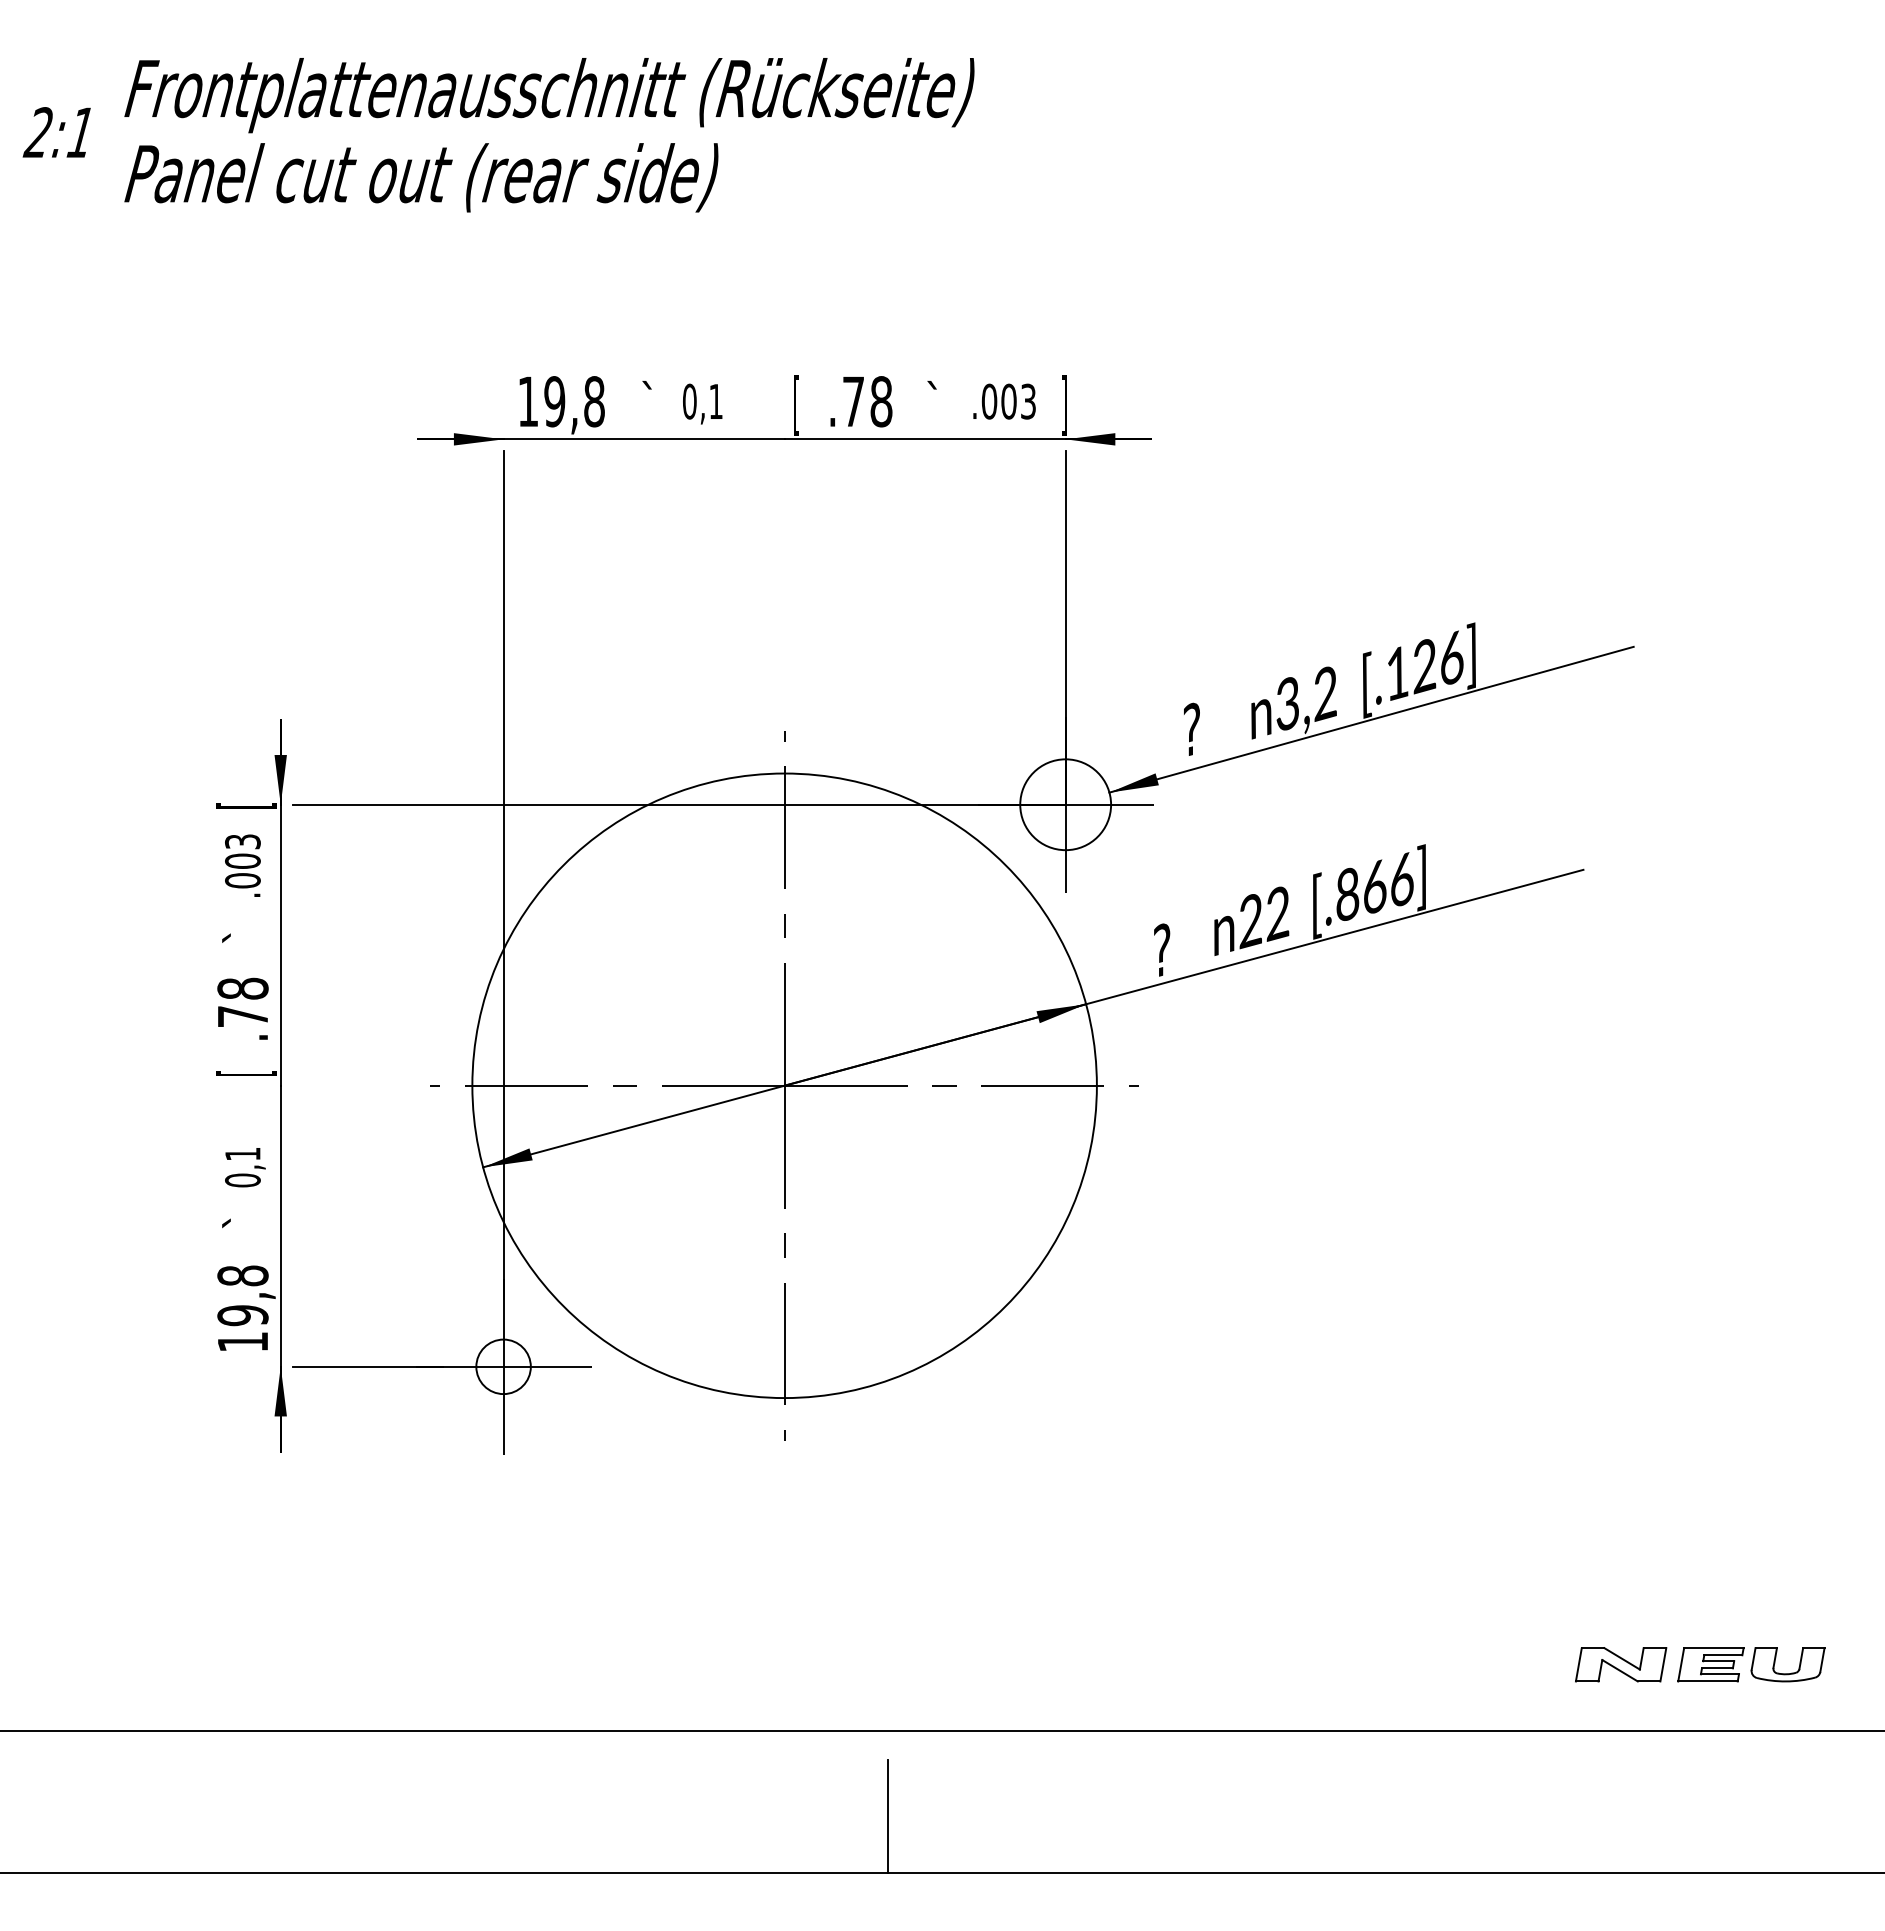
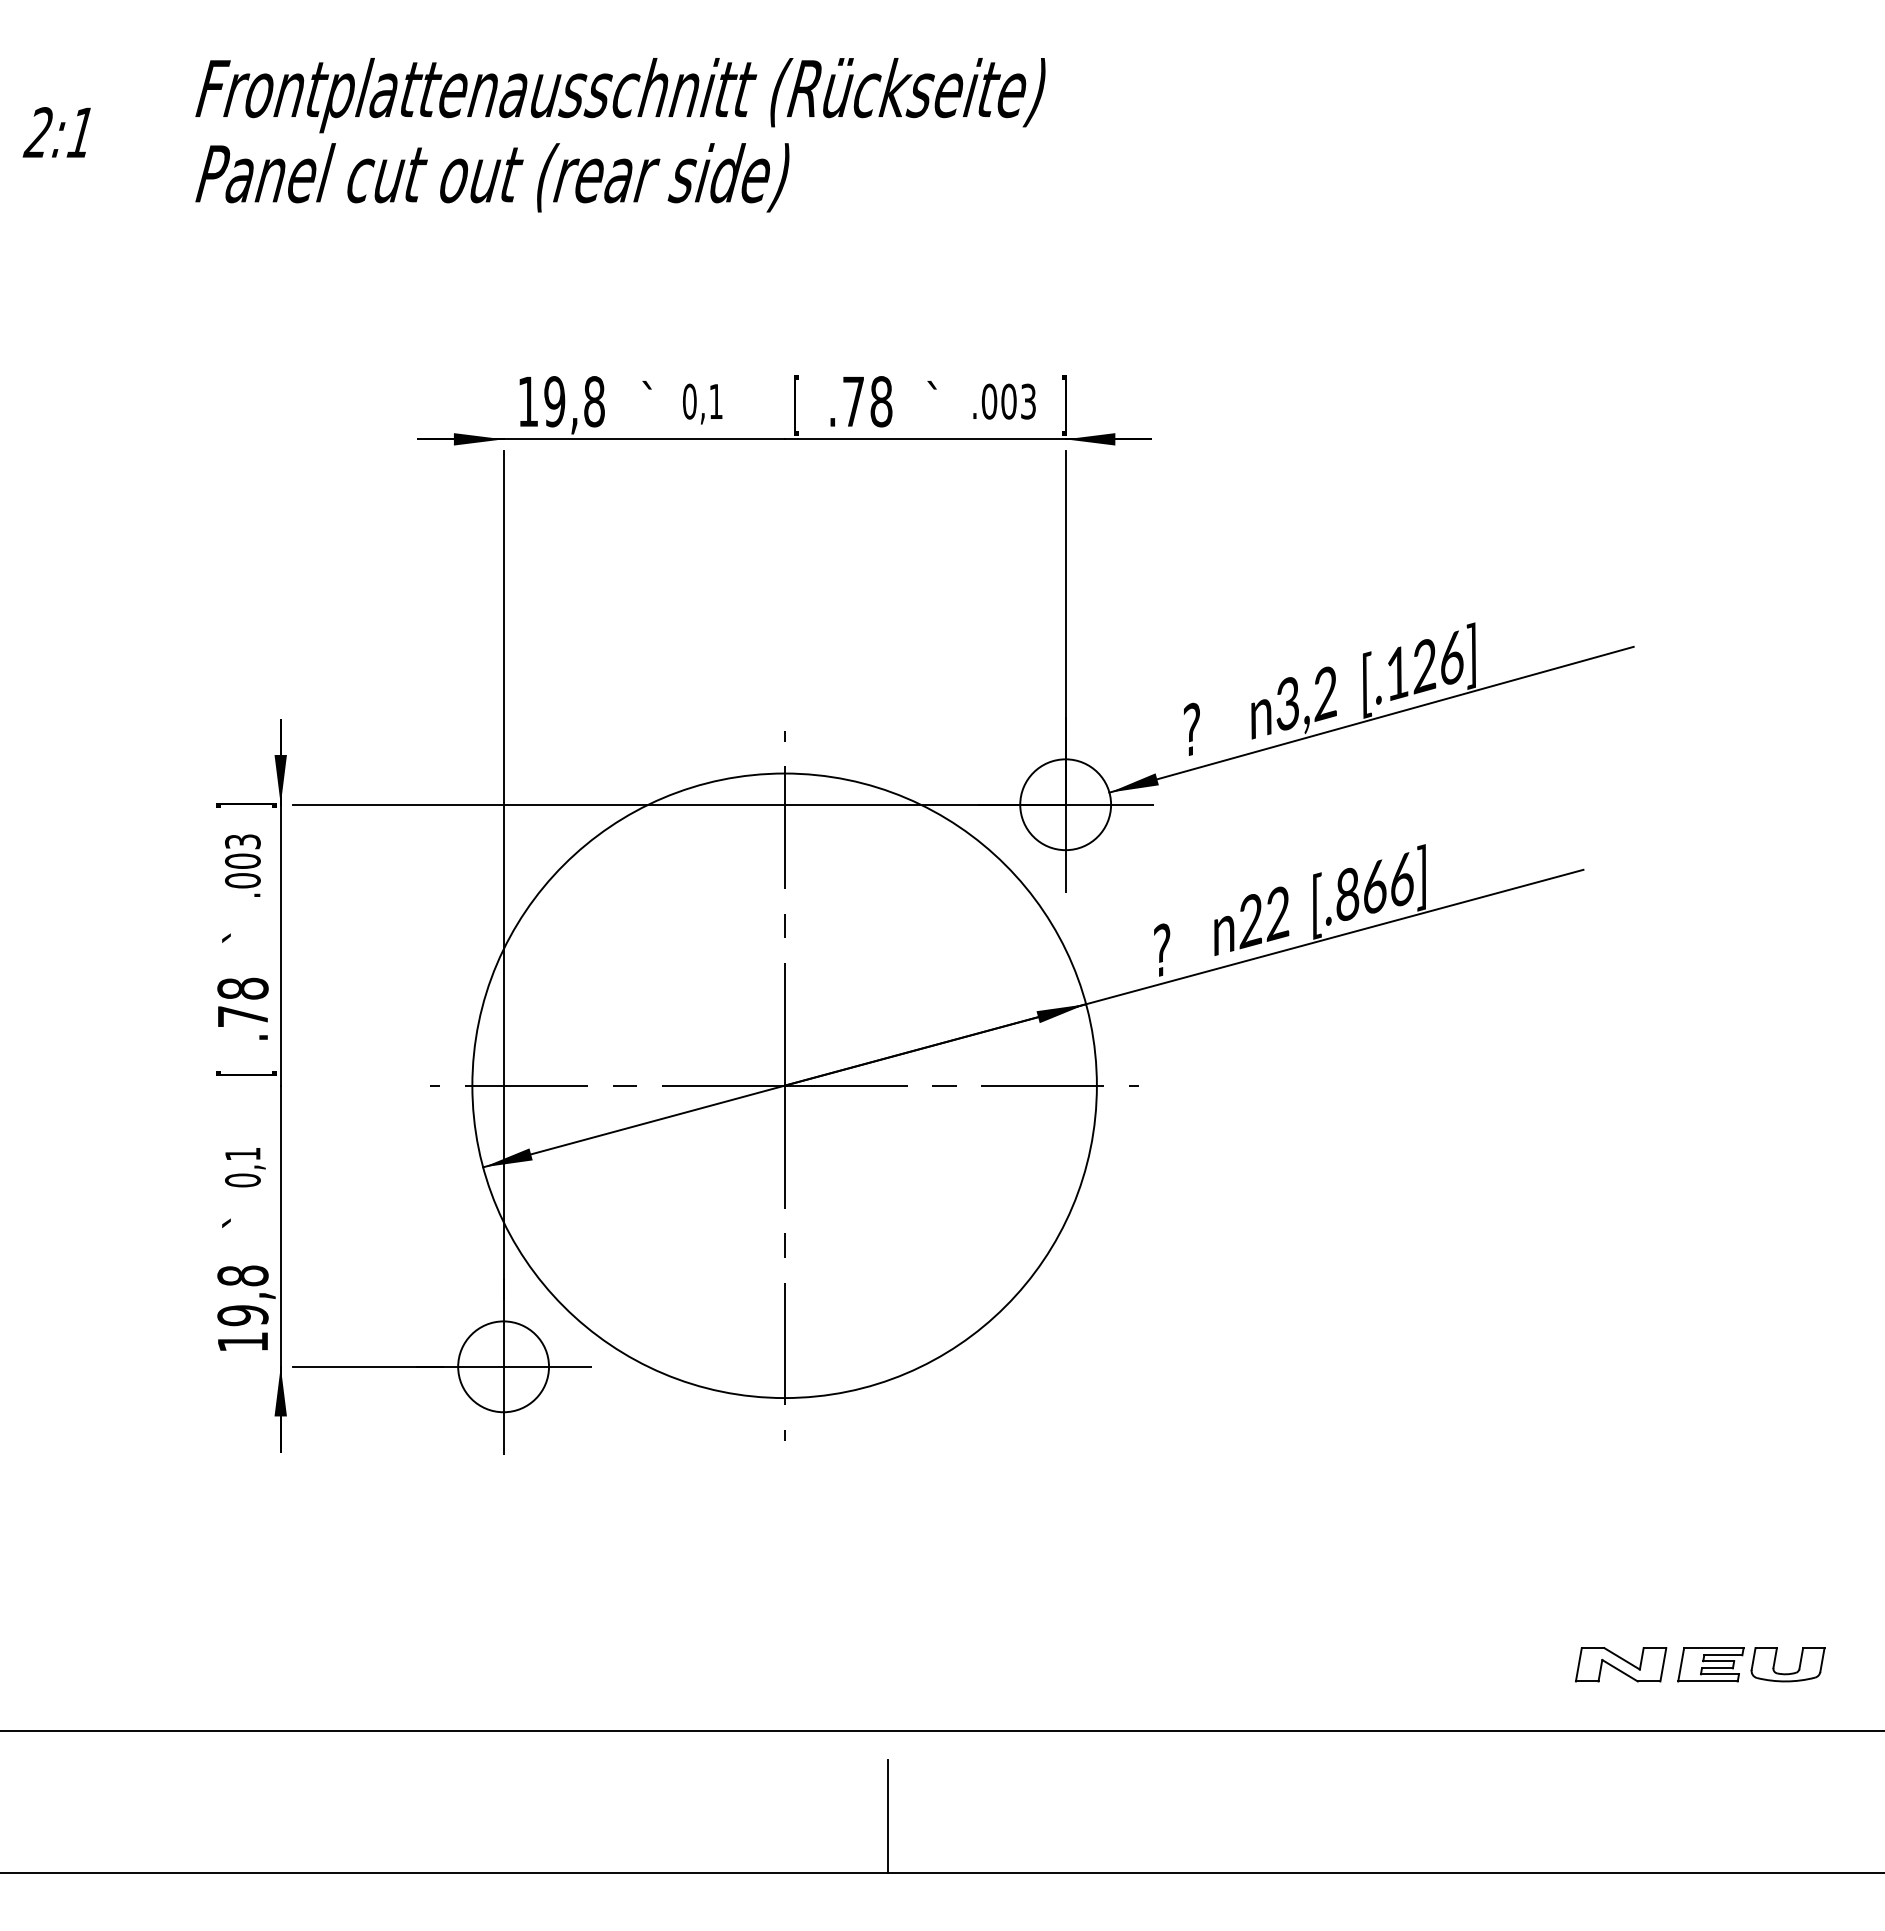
text at (549, 135) position: (549, 135) -> (620, 135)
text at (246, 805): [ -> ]
circle at (503, 1366) diameter: 55 px -> 91 px
